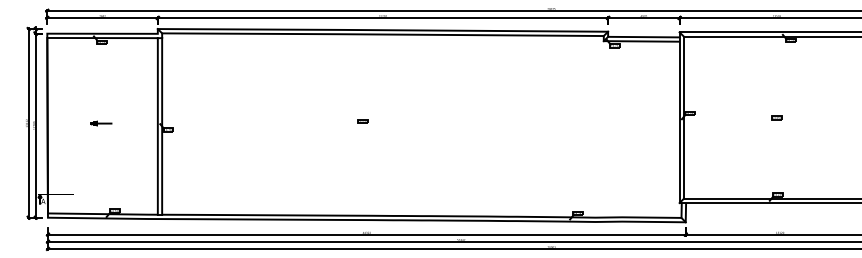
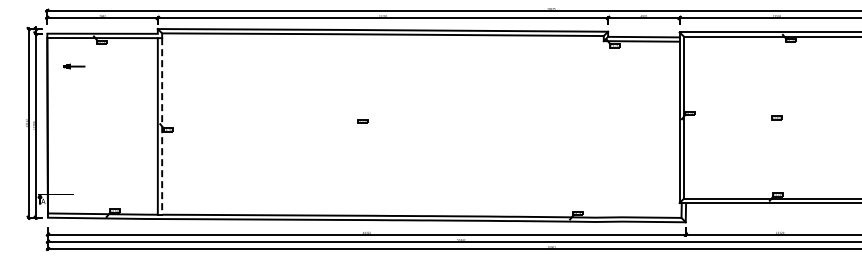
part at (101, 123) position: (101, 123) -> (74, 66)
line at (162, 126): solid -> dashed
